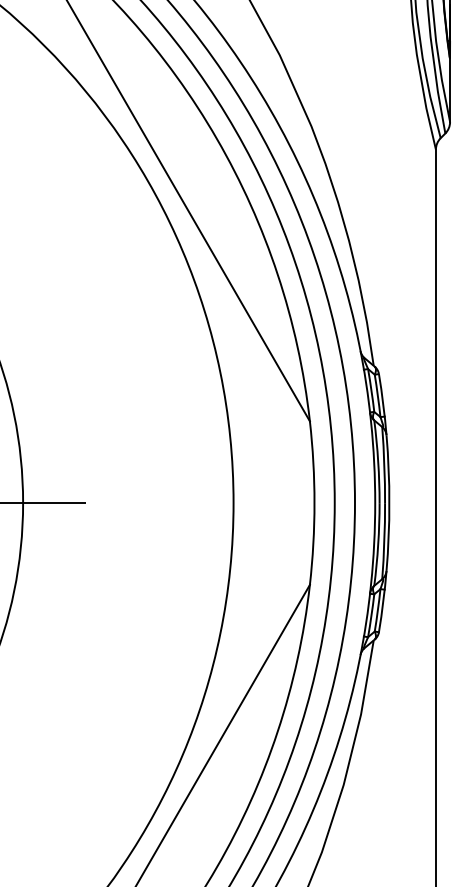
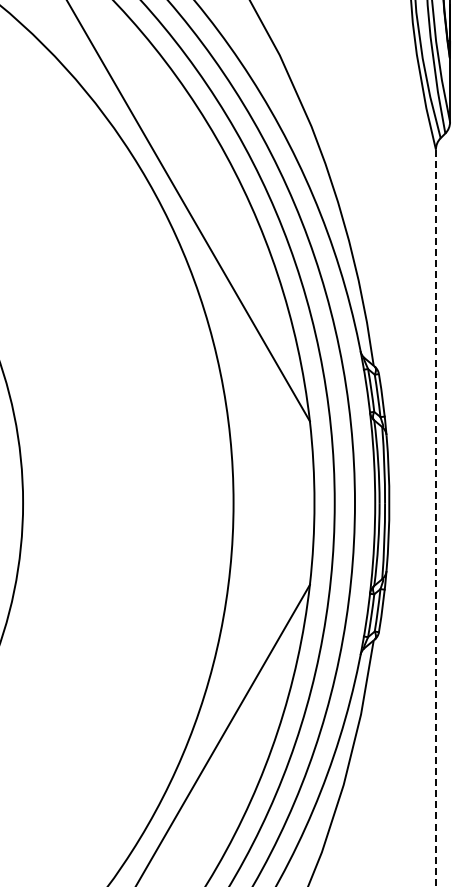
line at (43, 503): present -> none
line at (435, 518): solid -> dashed
